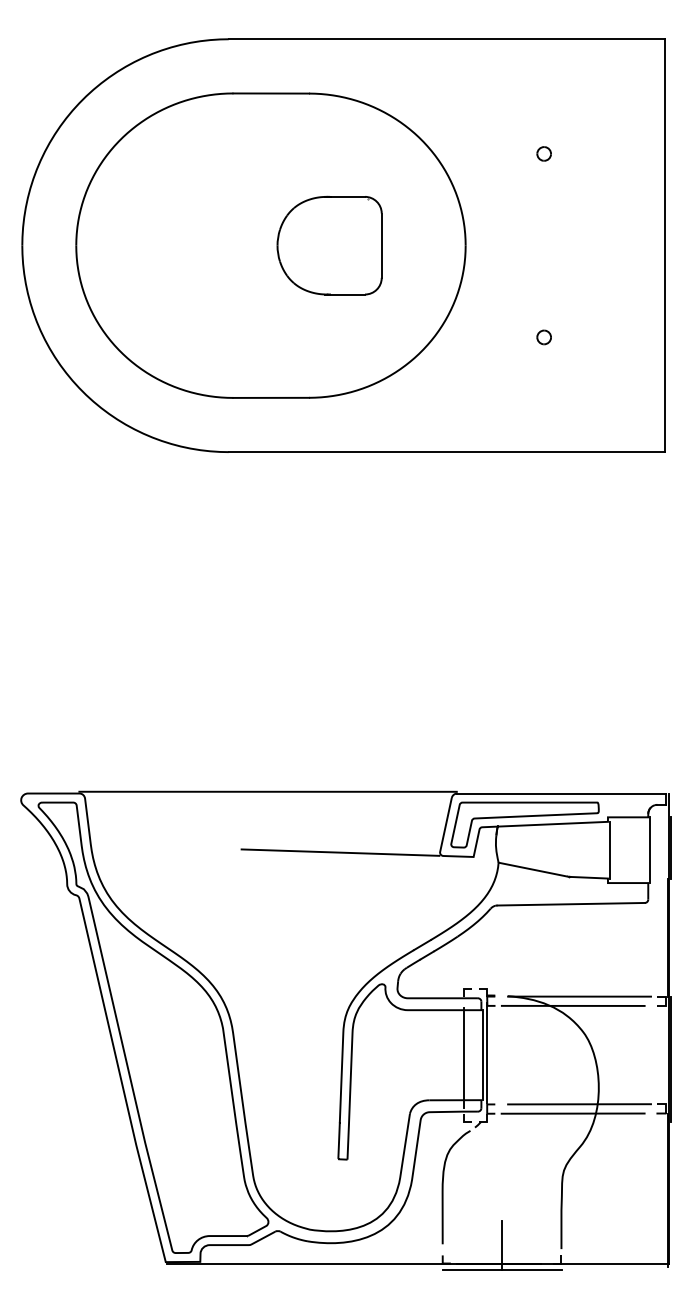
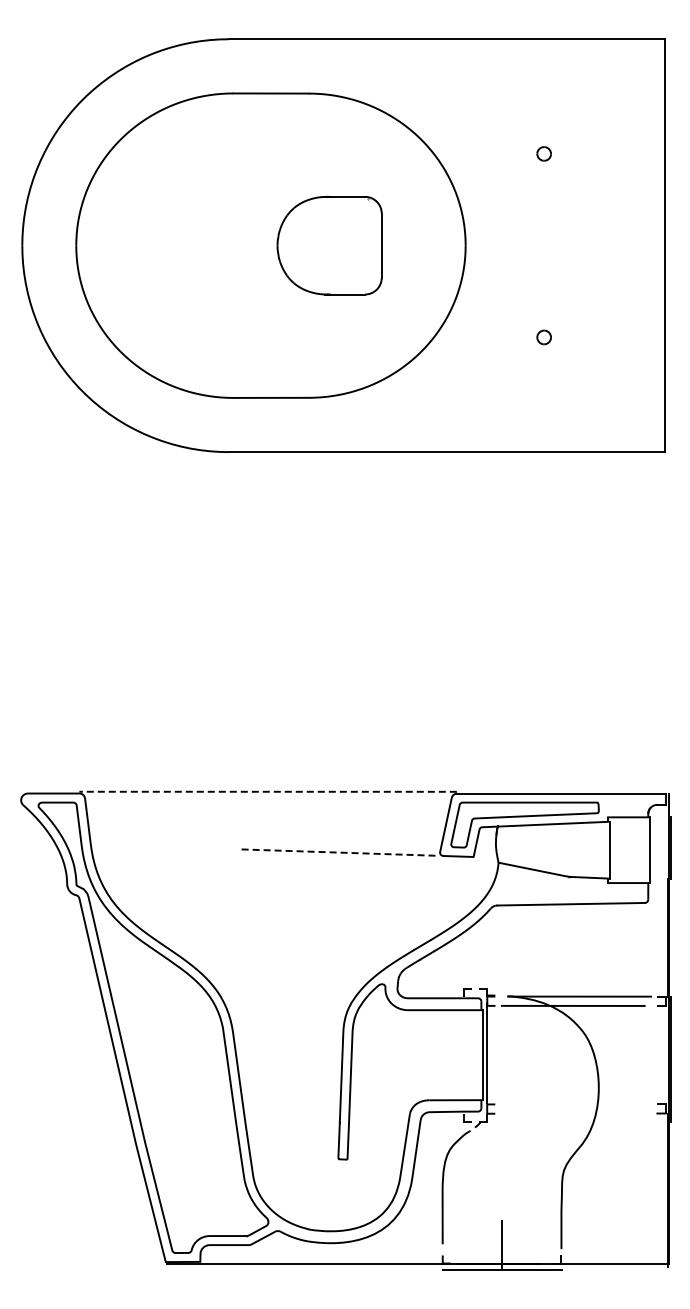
line at (268, 791): solid -> dashed
line at (340, 852): solid -> dashed
line at (463, 1058): present -> none
line at (579, 1104): present -> none
line at (572, 1113): present -> none
